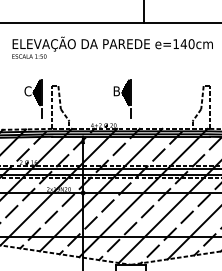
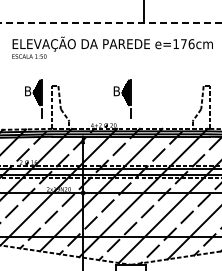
line at (110, 23): solid -> dashed
text at (187, 43): e=140cm -> e=176cm
text at (27, 91): C -> B
